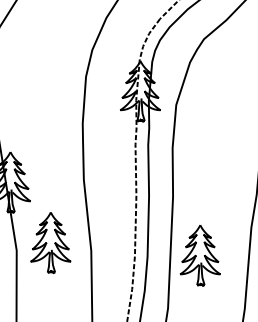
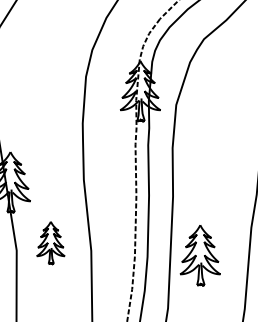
part at (50, 243) size: 42x63 px -> 30x45 px
